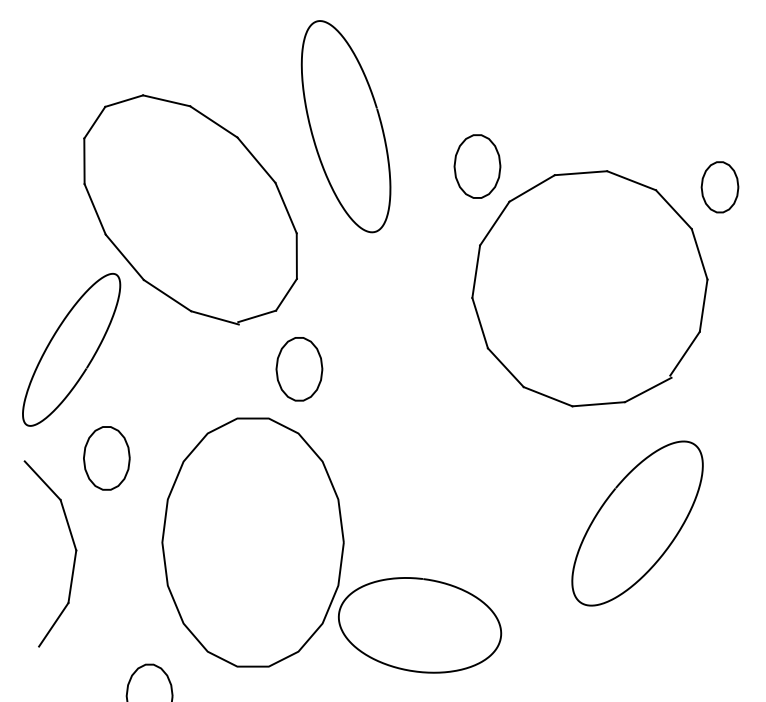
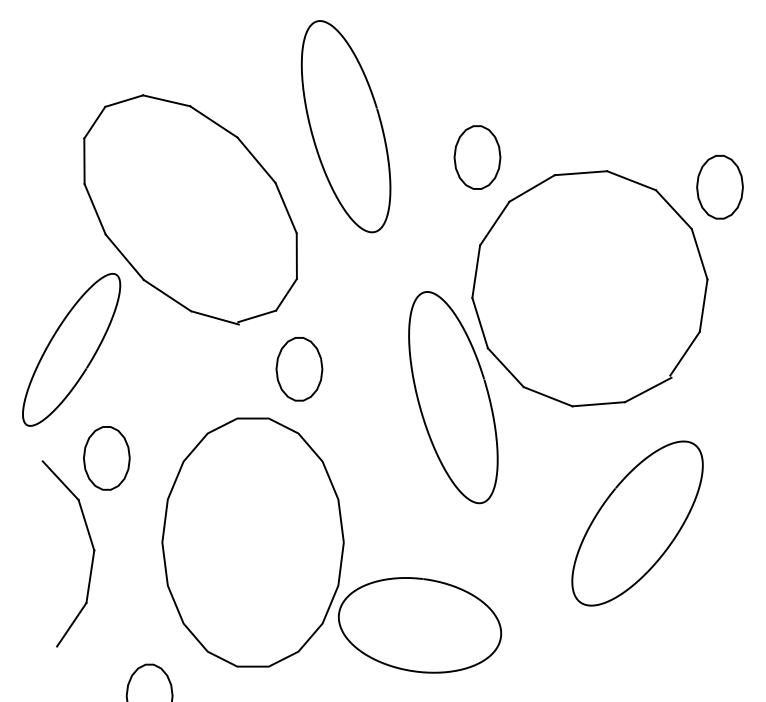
part at (477, 166) position: (477, 166) -> (477, 157)
part at (719, 187) size: 40x53 px -> 48x65 px
curve at (485, 388): none -> present
part at (74, 554) position: (74, 554) -> (92, 554)
